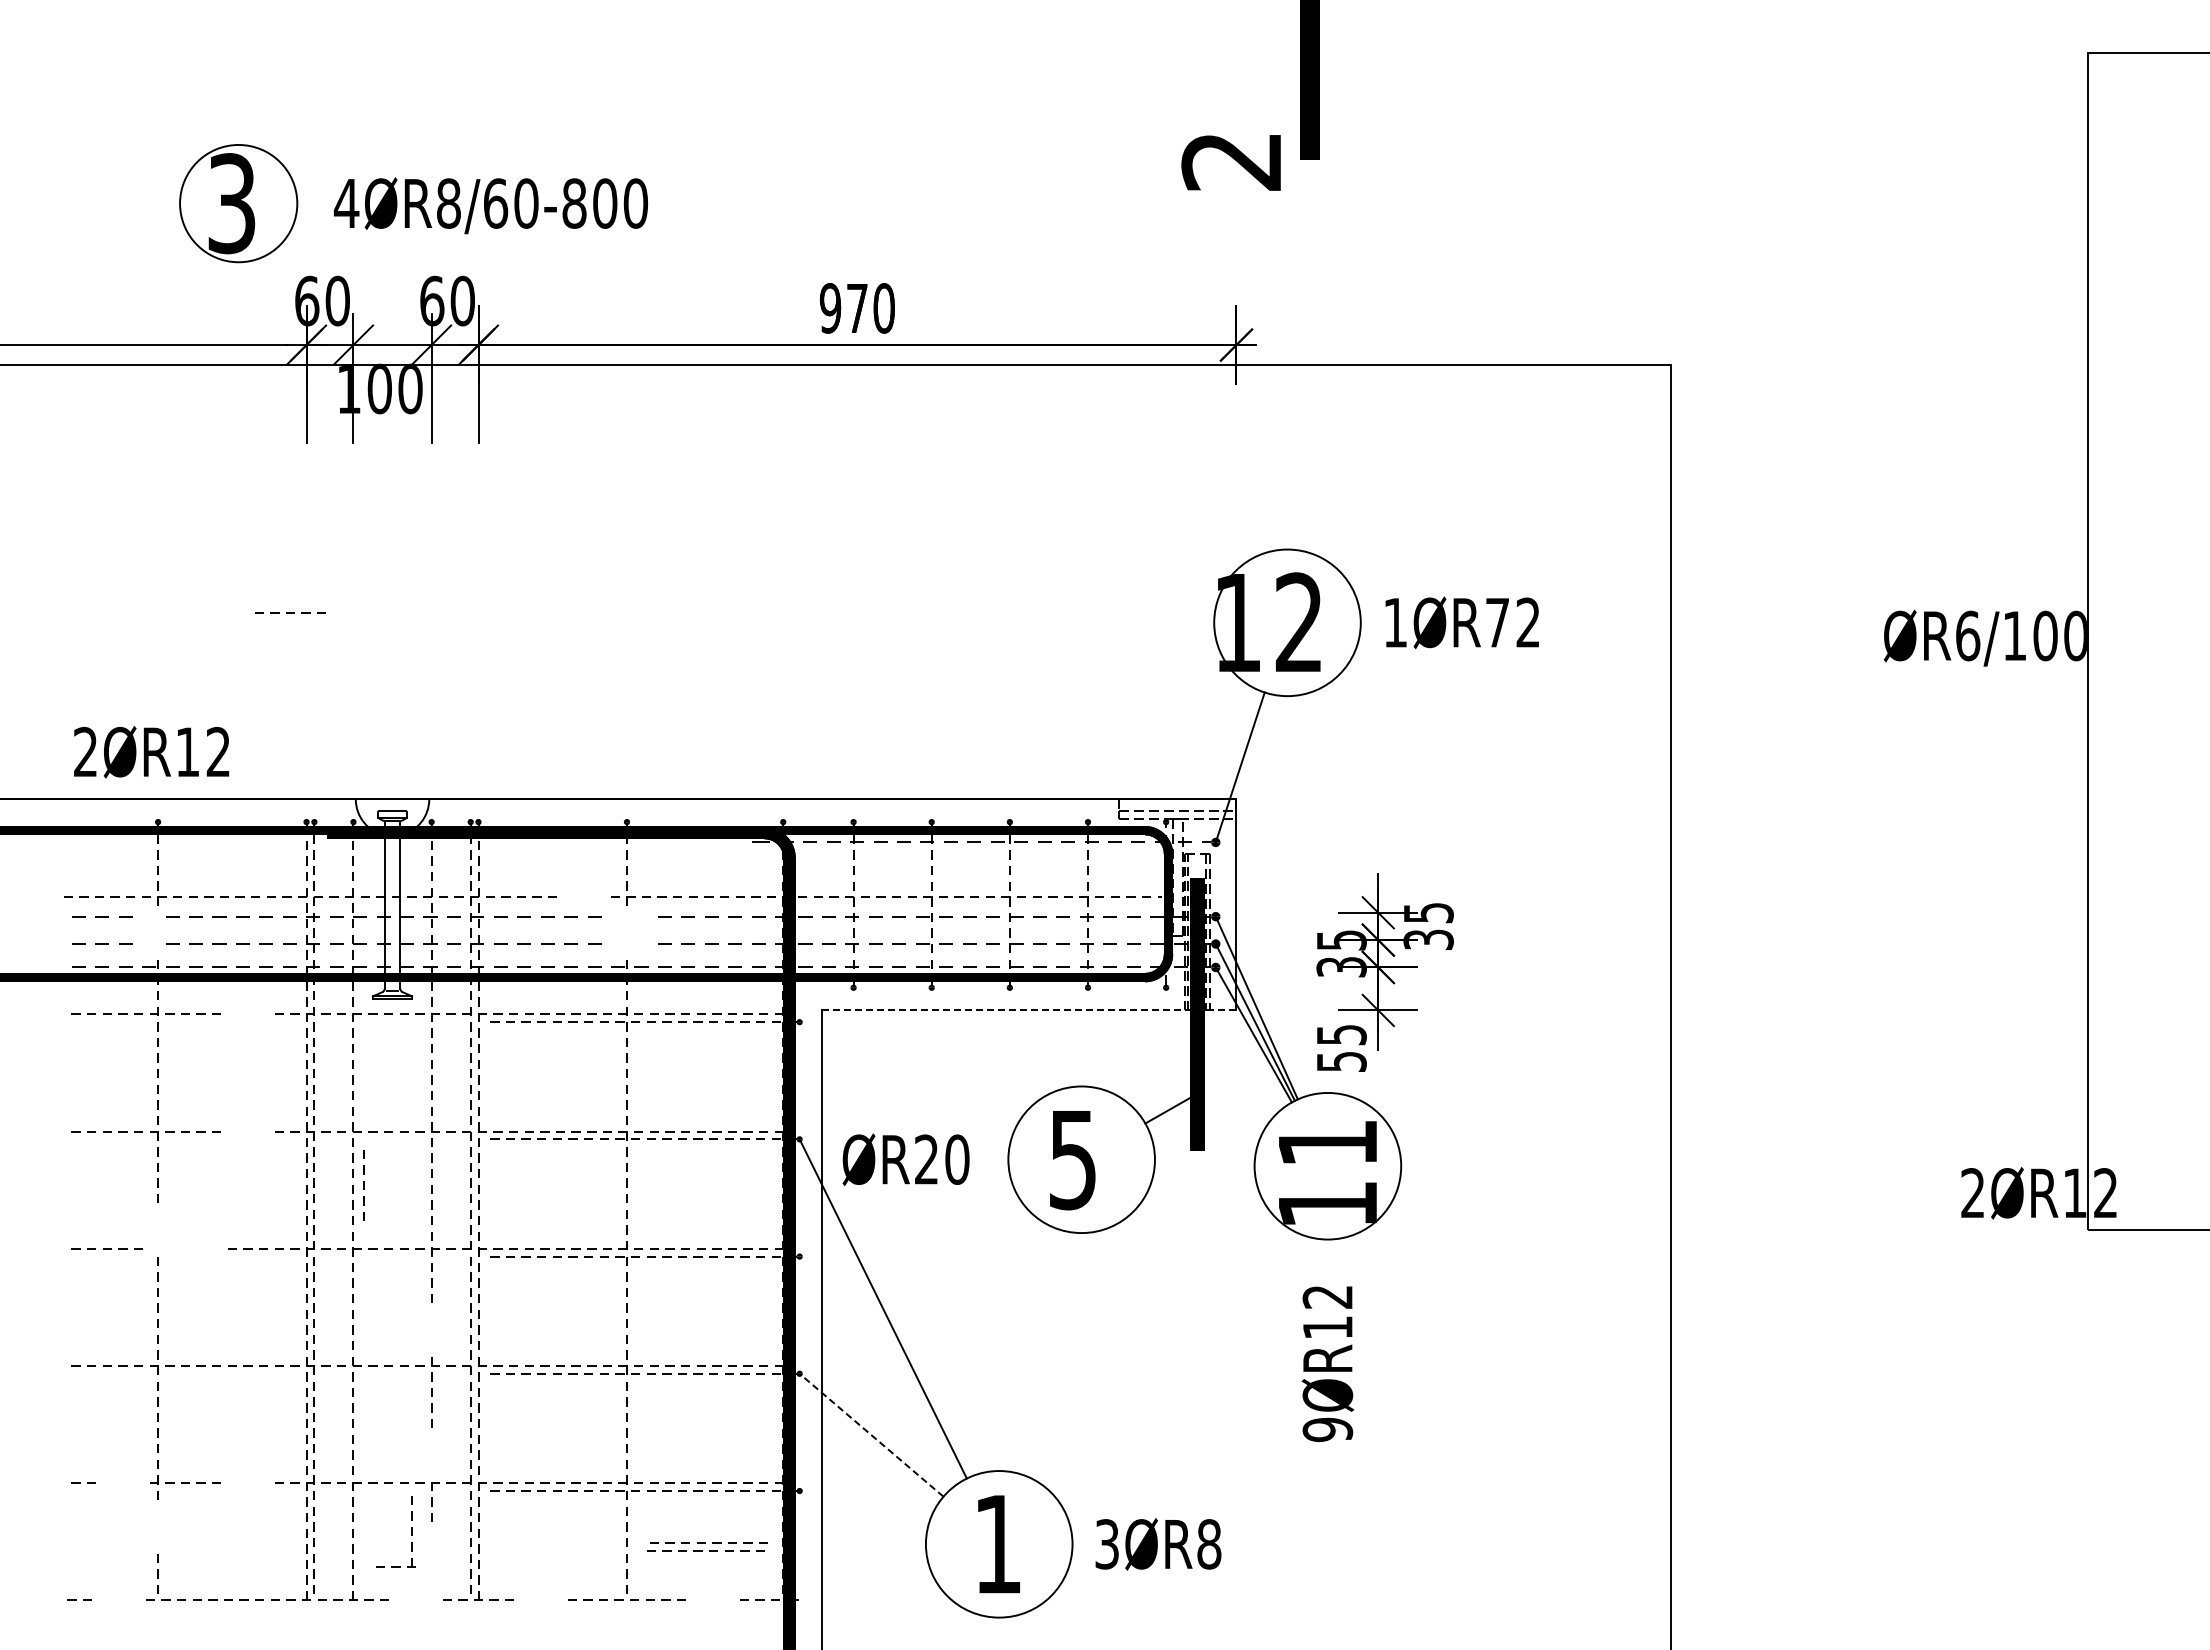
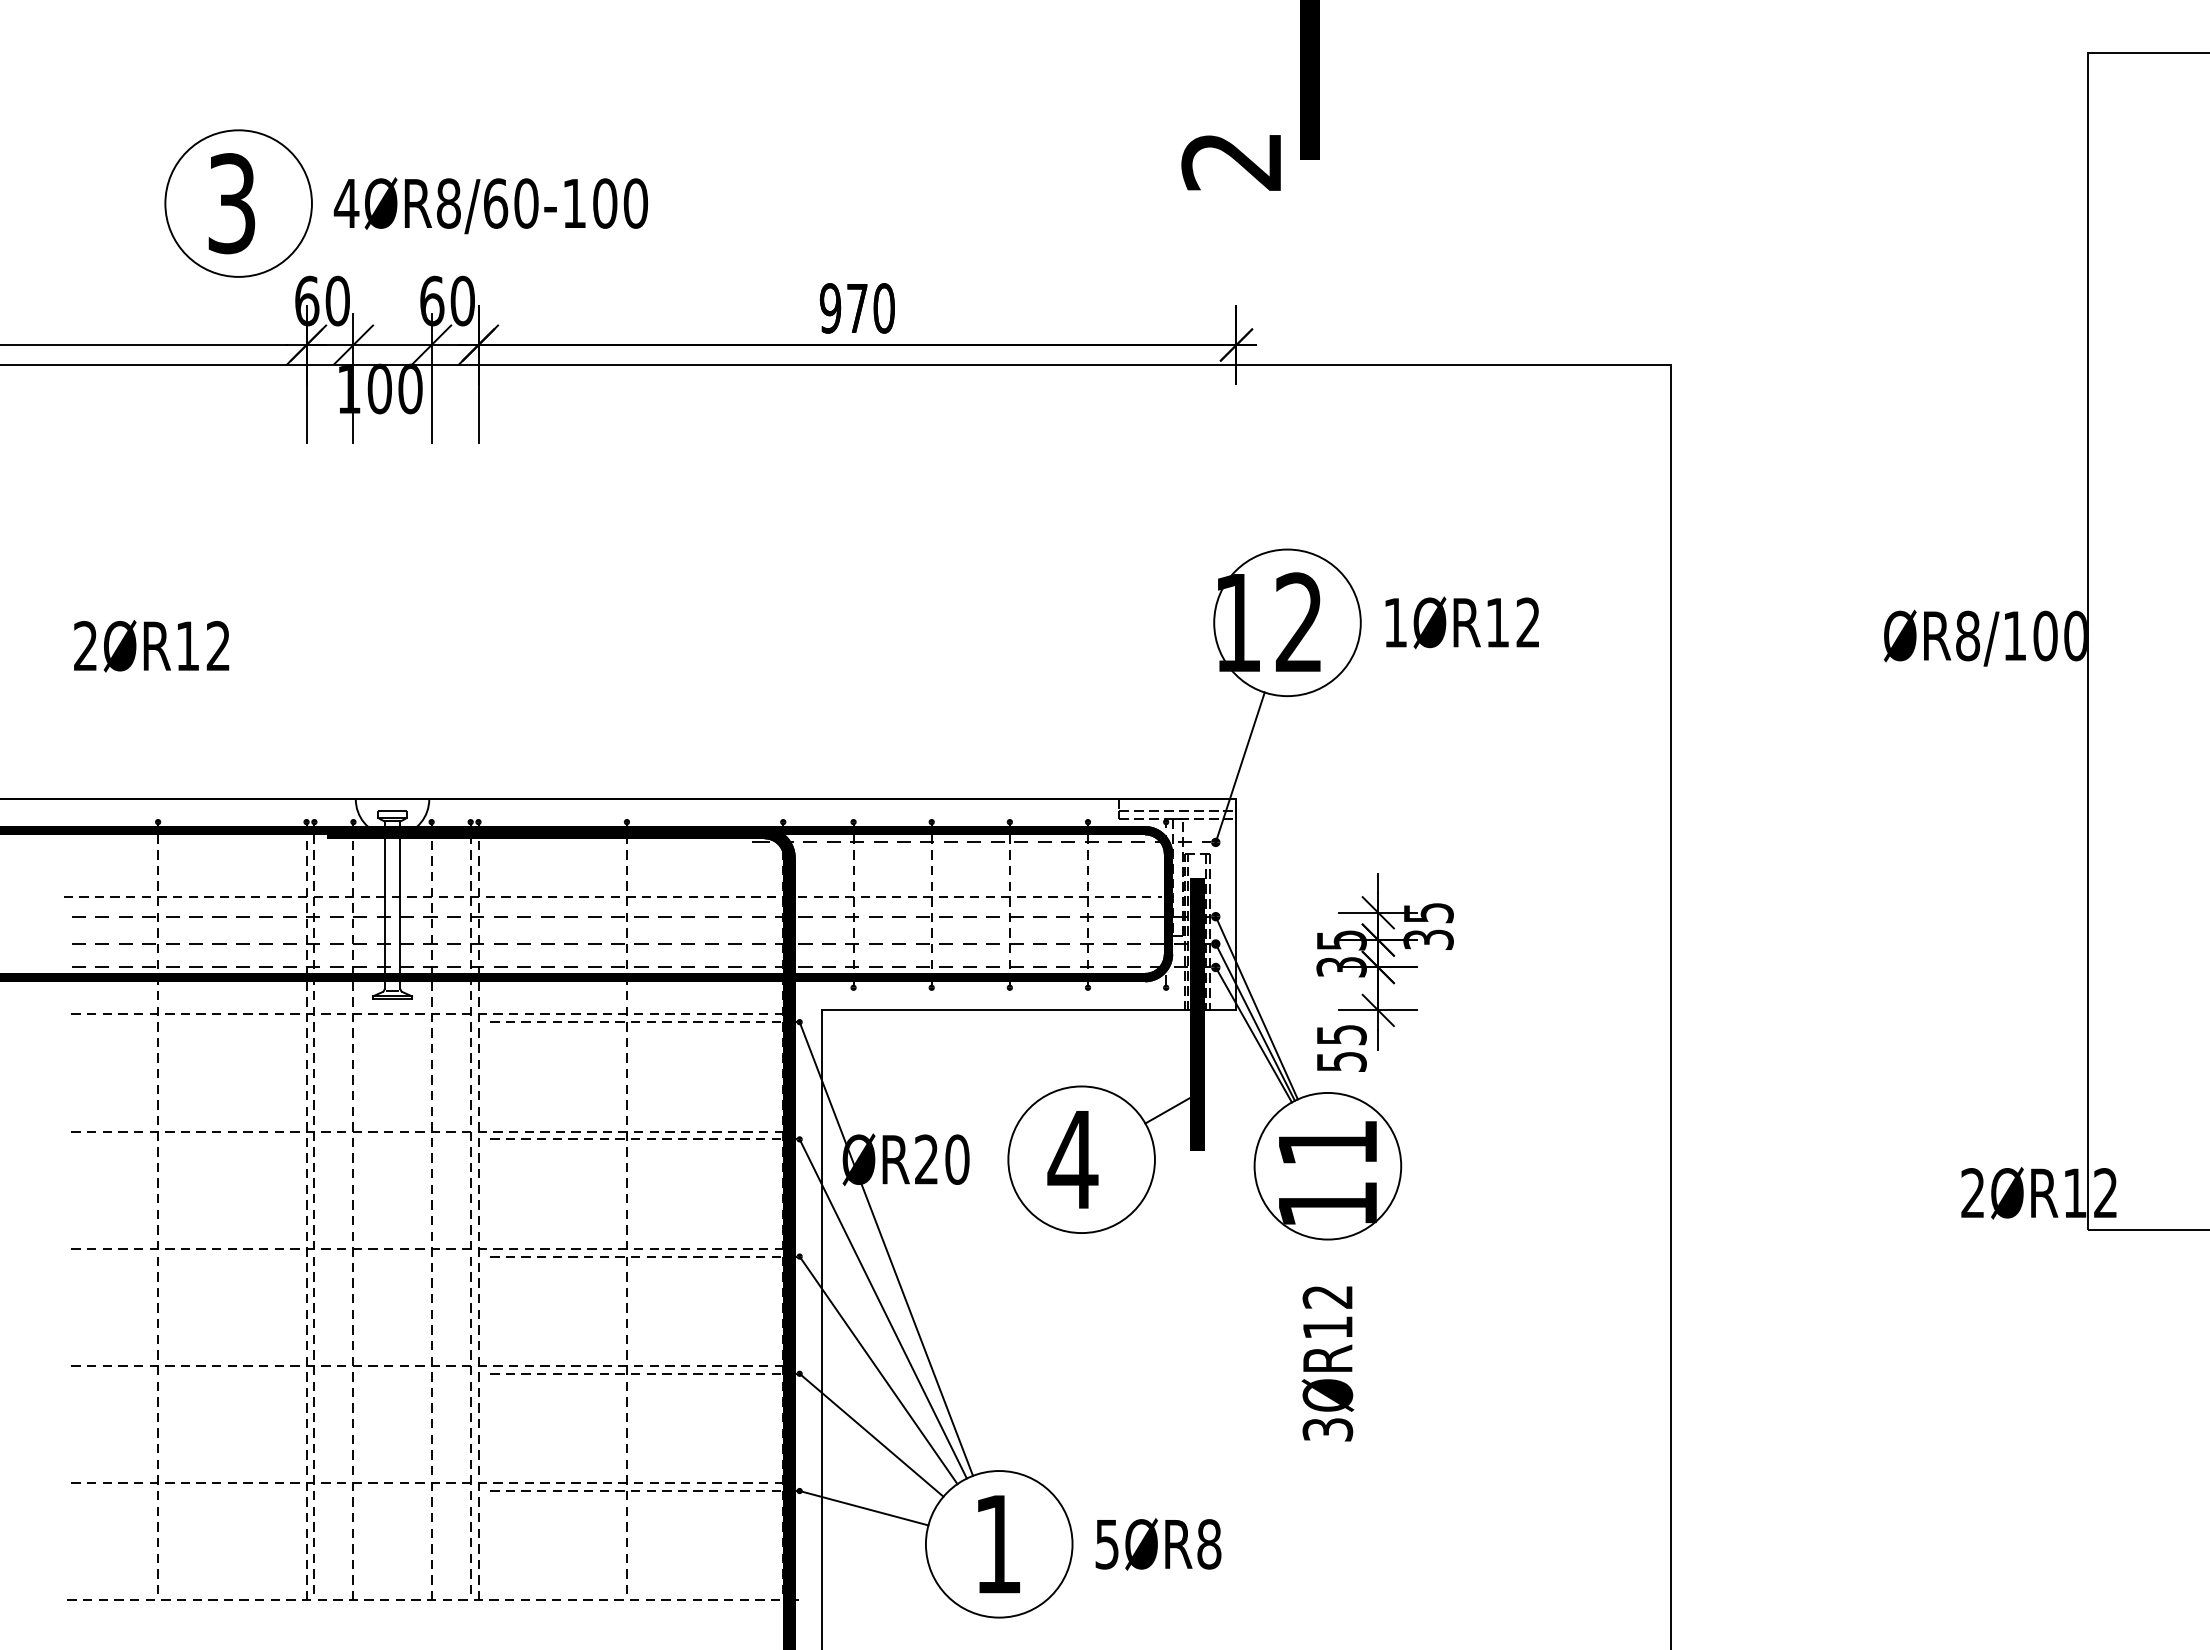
circle at (238, 203) diameter: 117 px -> 147 px
text at (574, 203): 4ØR8/60-800 -> 4ØR8/60-100
line at (290, 612): present -> none
text at (1497, 622): 1ØR72 -> 1ØR12
text at (1968, 635): ØR6/100 -> ØR8/100
text at (151, 752) position: (151, 752) -> (151, 646)
line at (583, 896): none -> present
part at (157, 932): none -> present
part at (629, 932): none -> present
line at (1028, 1010): dashed -> solid
line at (247, 1013): none -> present
line at (247, 1131): none -> present
text at (1072, 1160): 5 -> 4
line at (363, 1185): present -> none
part at (185, 1248): none -> present
line at (886, 1248): none -> present
line at (431, 1329): none -> present
line at (878, 1370): none -> present
text at (1327, 1429): 9ØR12 -> 3ØR12
line at (871, 1435): dashed -> solid
line at (431, 1454): none -> present
line at (122, 1482): none -> present
line at (247, 1482): none -> present
line at (863, 1508): none -> present
line at (157, 1526): none -> present
part at (411, 1531) position: (411, 1531) -> (431, 1564)
text at (1107, 1544): 3ØR8 -> 5ØR8
part at (707, 1546): present -> none
line at (118, 1599): none -> present
line at (540, 1599): none -> present
line at (712, 1599): none -> present
